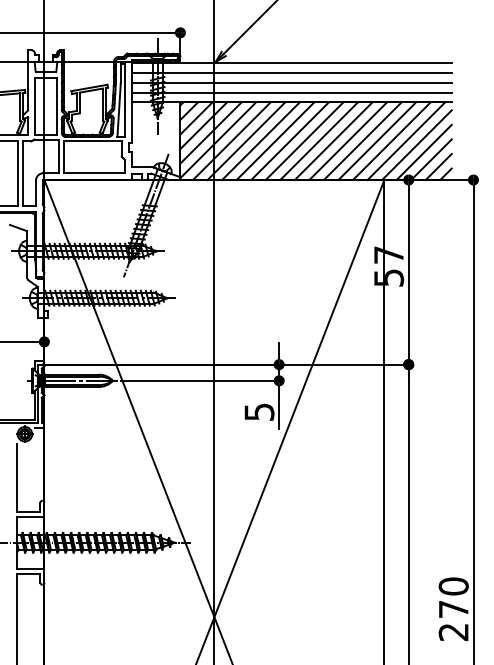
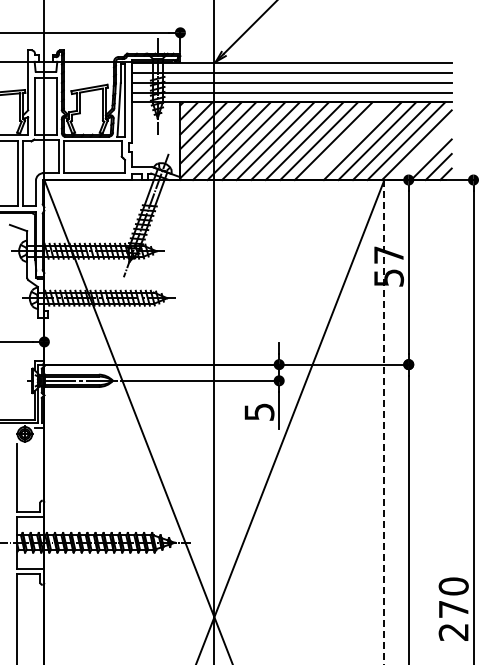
line at (348, 141): present -> none
line at (423, 152): present -> none
line at (384, 422): solid -> dashed
